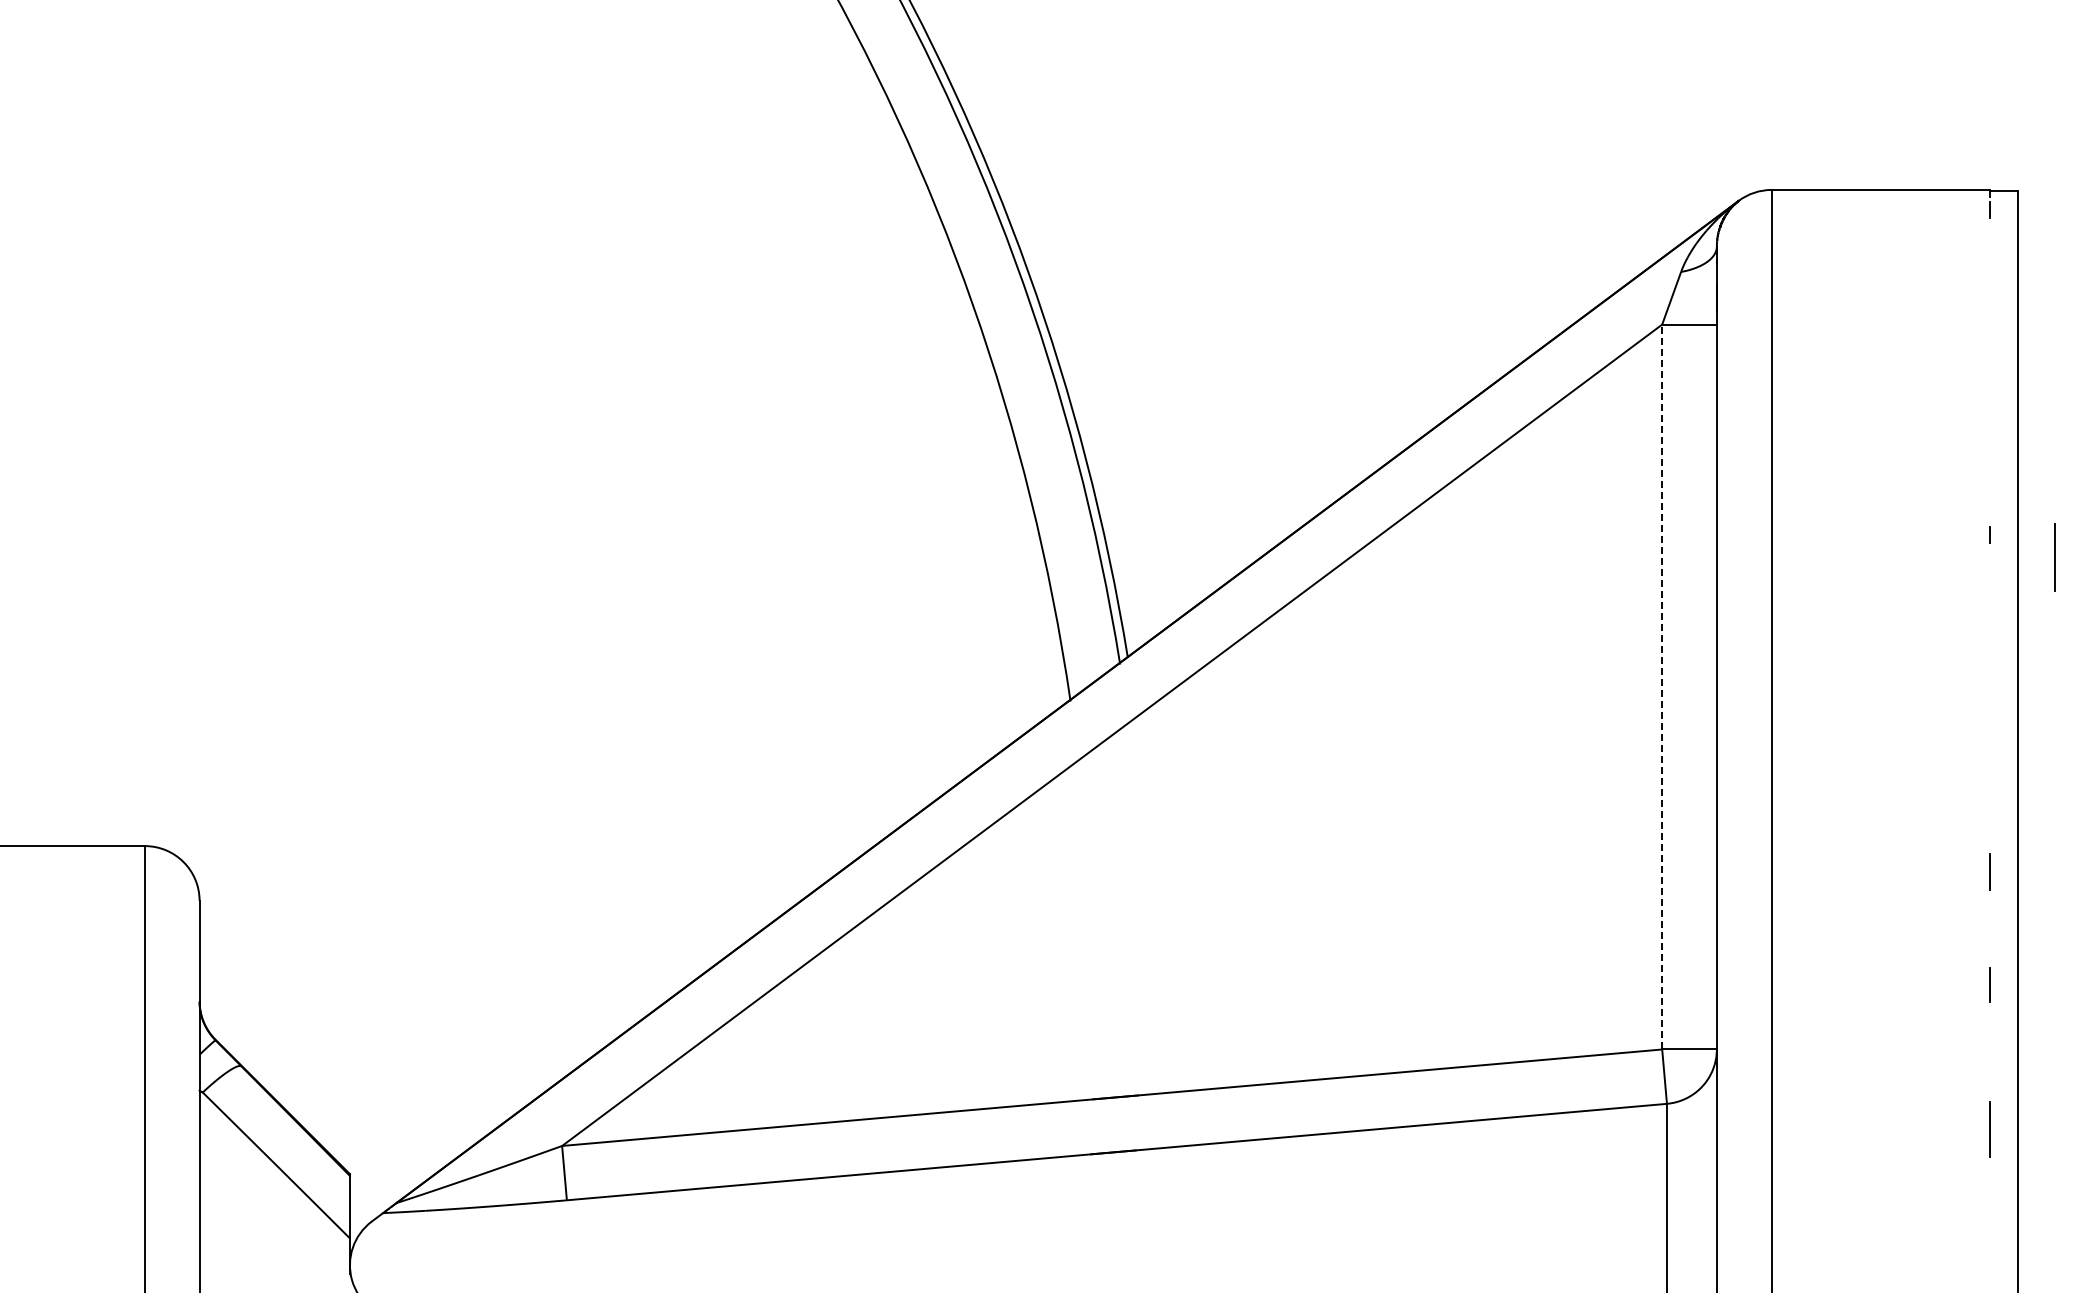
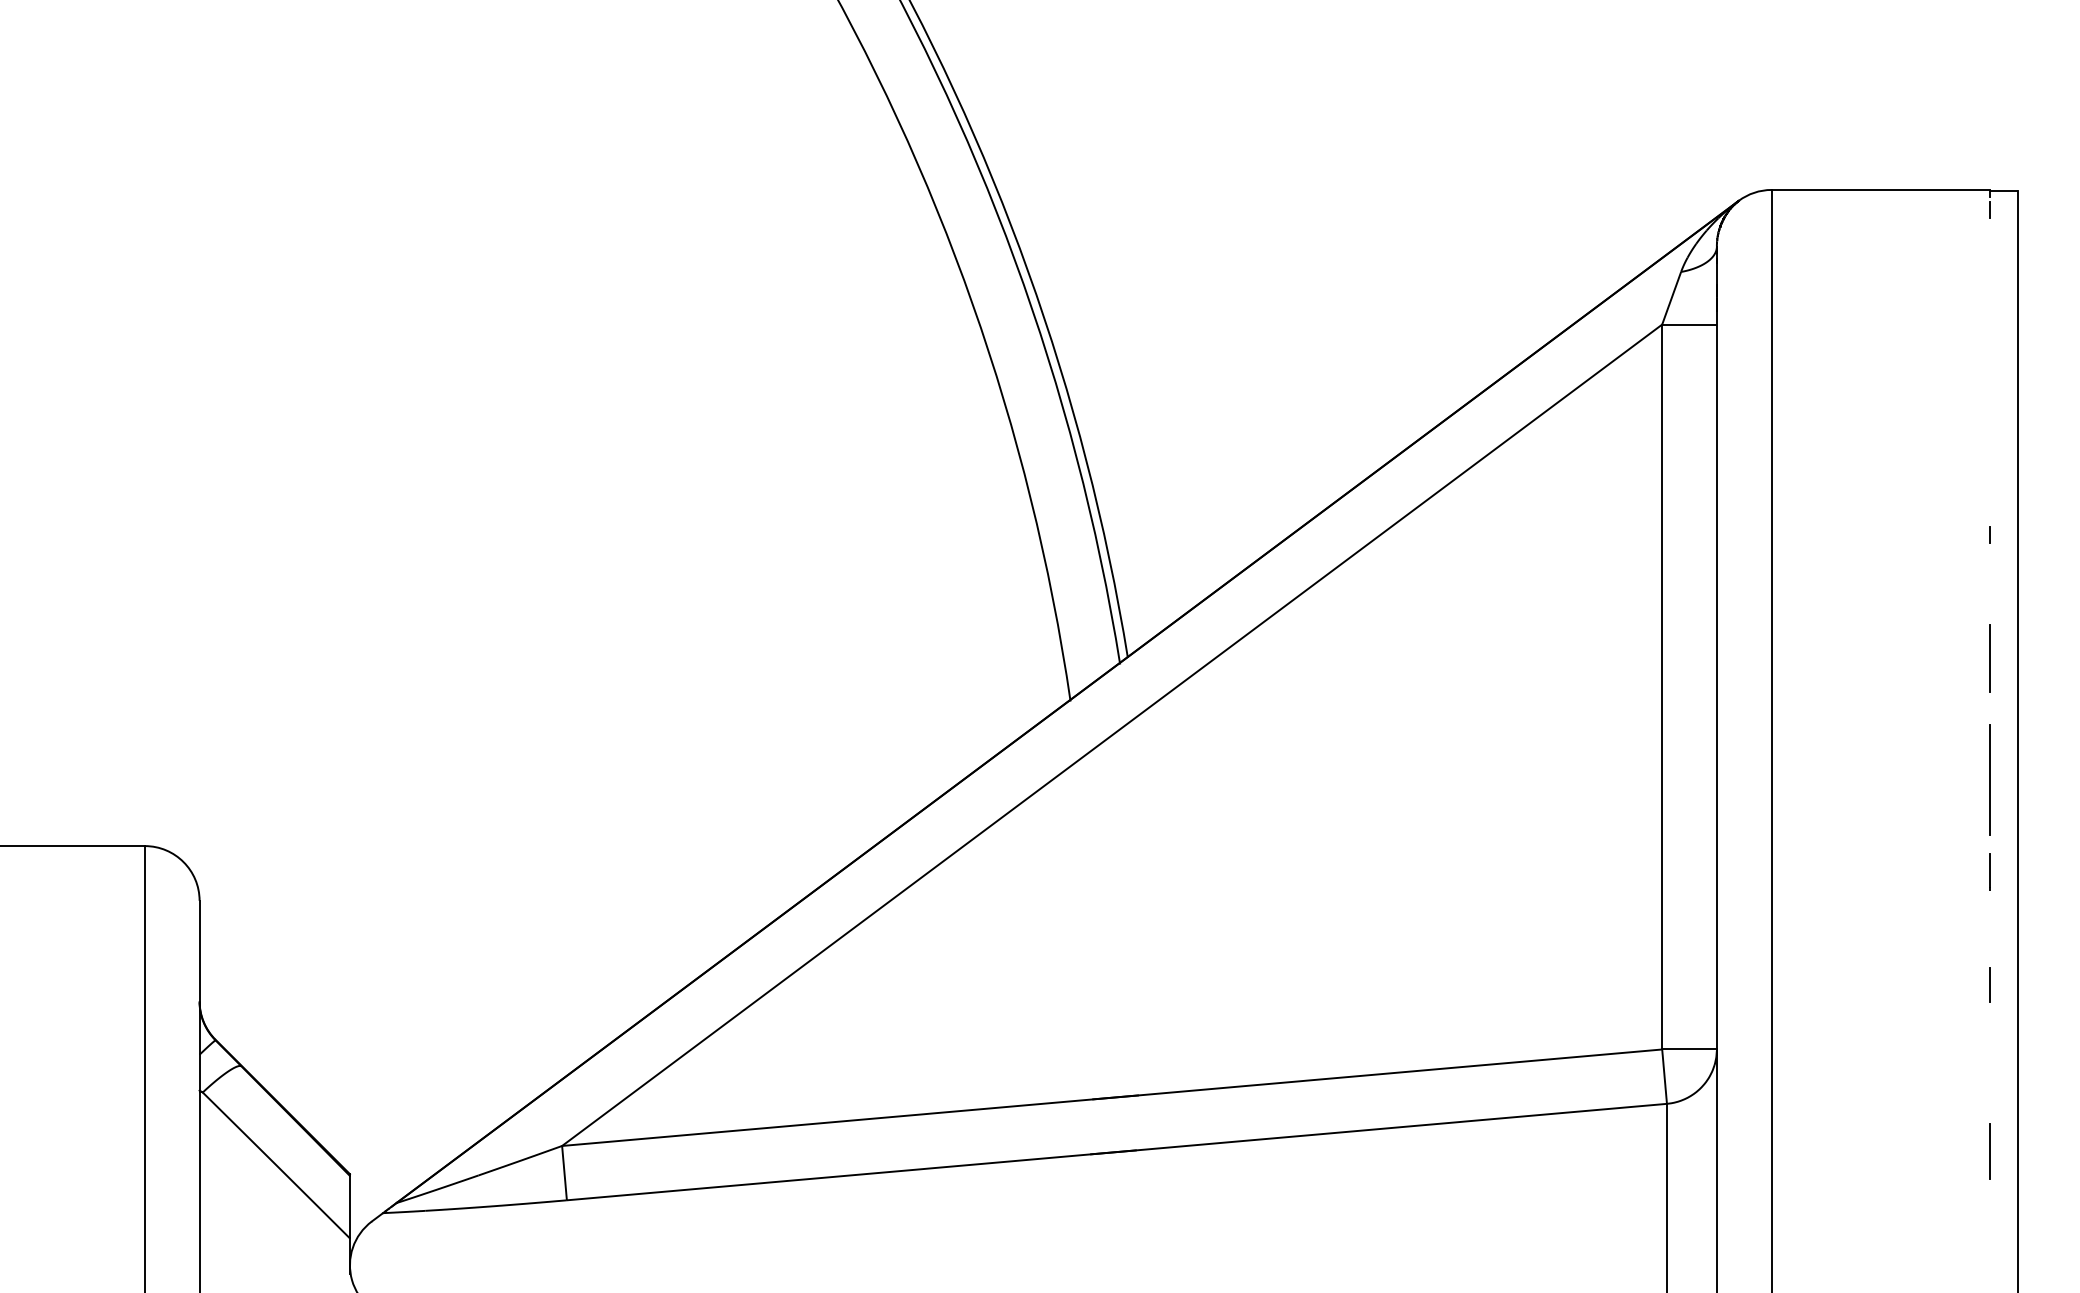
line at (2054, 557) position: (2054, 557) -> (1989, 658)
line at (1662, 686): dashed -> solid
line at (1990, 780): none -> present
line at (1989, 1129) position: (1989, 1129) -> (1989, 1151)
